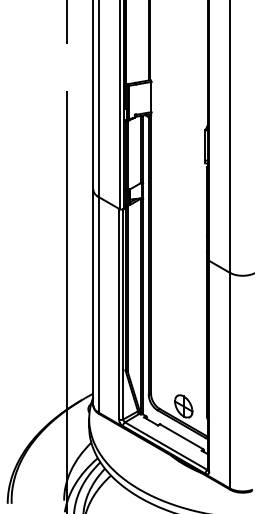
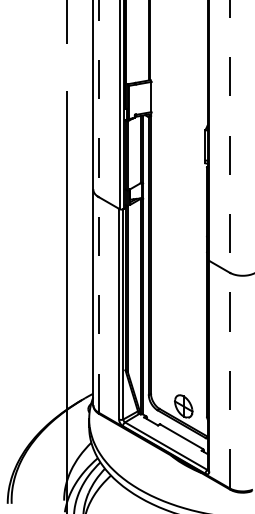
line at (98, 206): solid -> dashed
line at (229, 244): solid -> dashed
